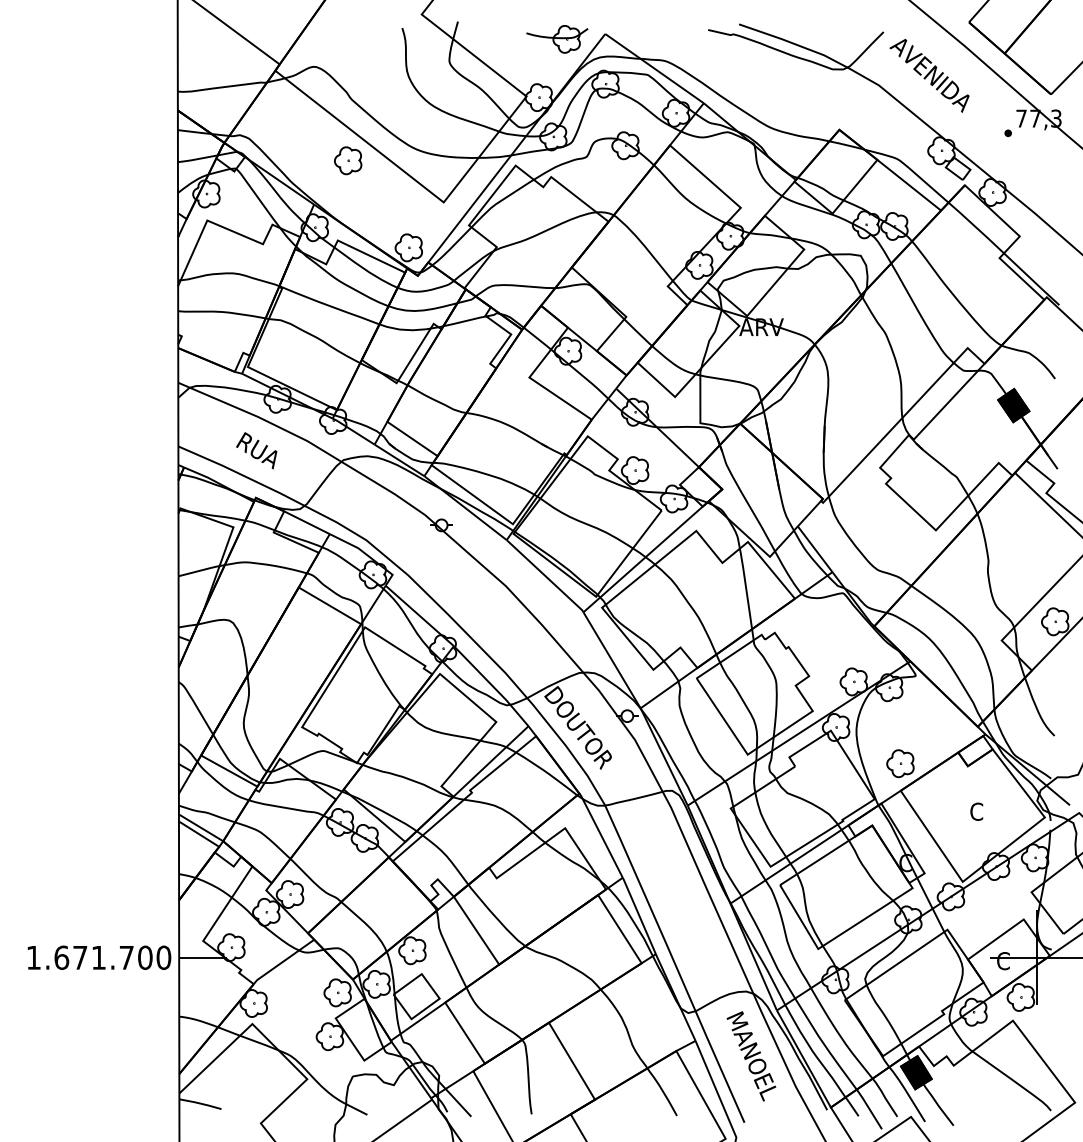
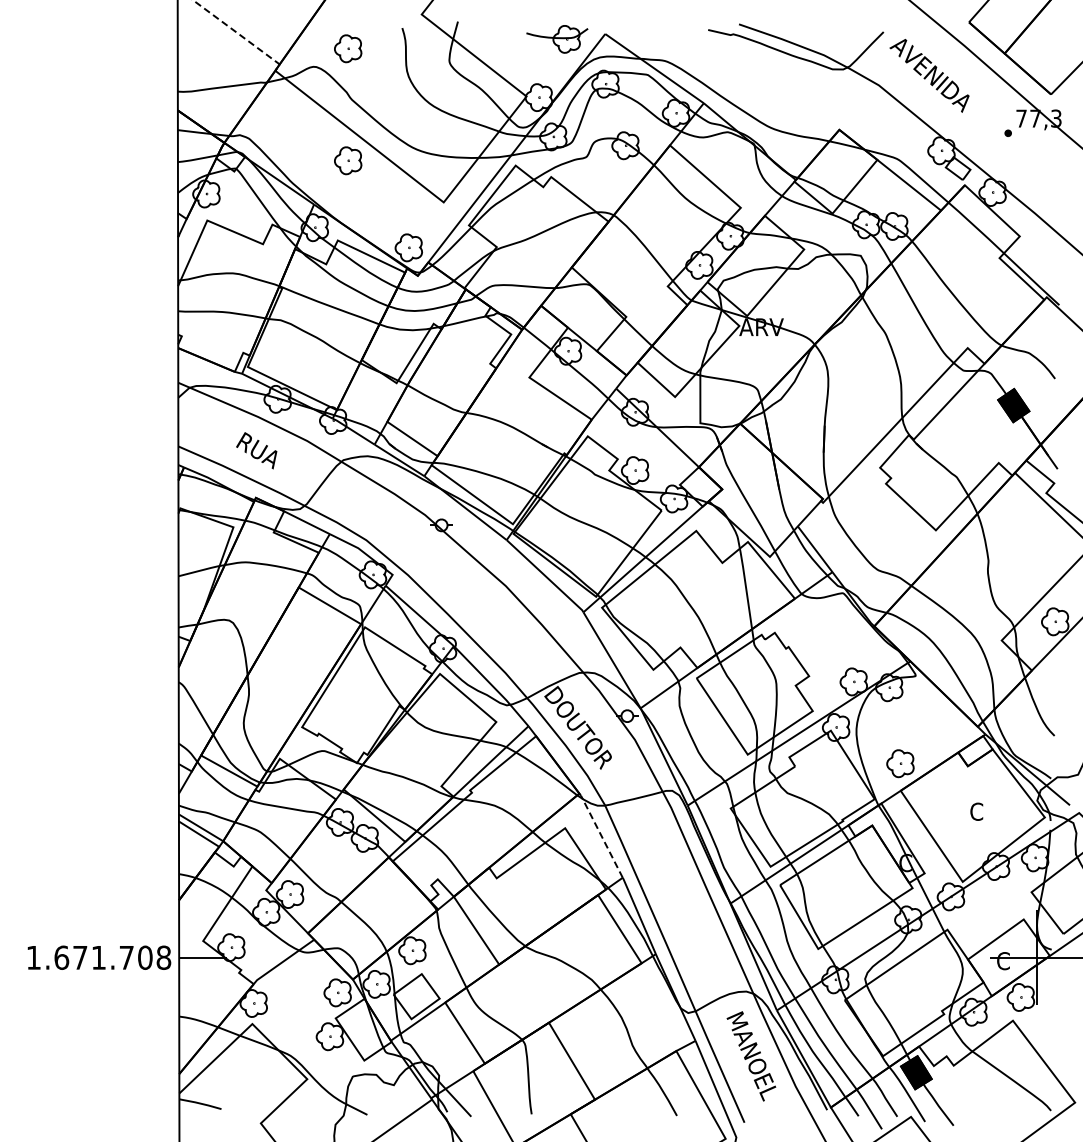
line at (240, 35): solid -> dashed
part at (348, 48): none -> present
line at (600, 834): solid -> dashed
text at (163, 957): 1.671.700 -> 1.671.708
